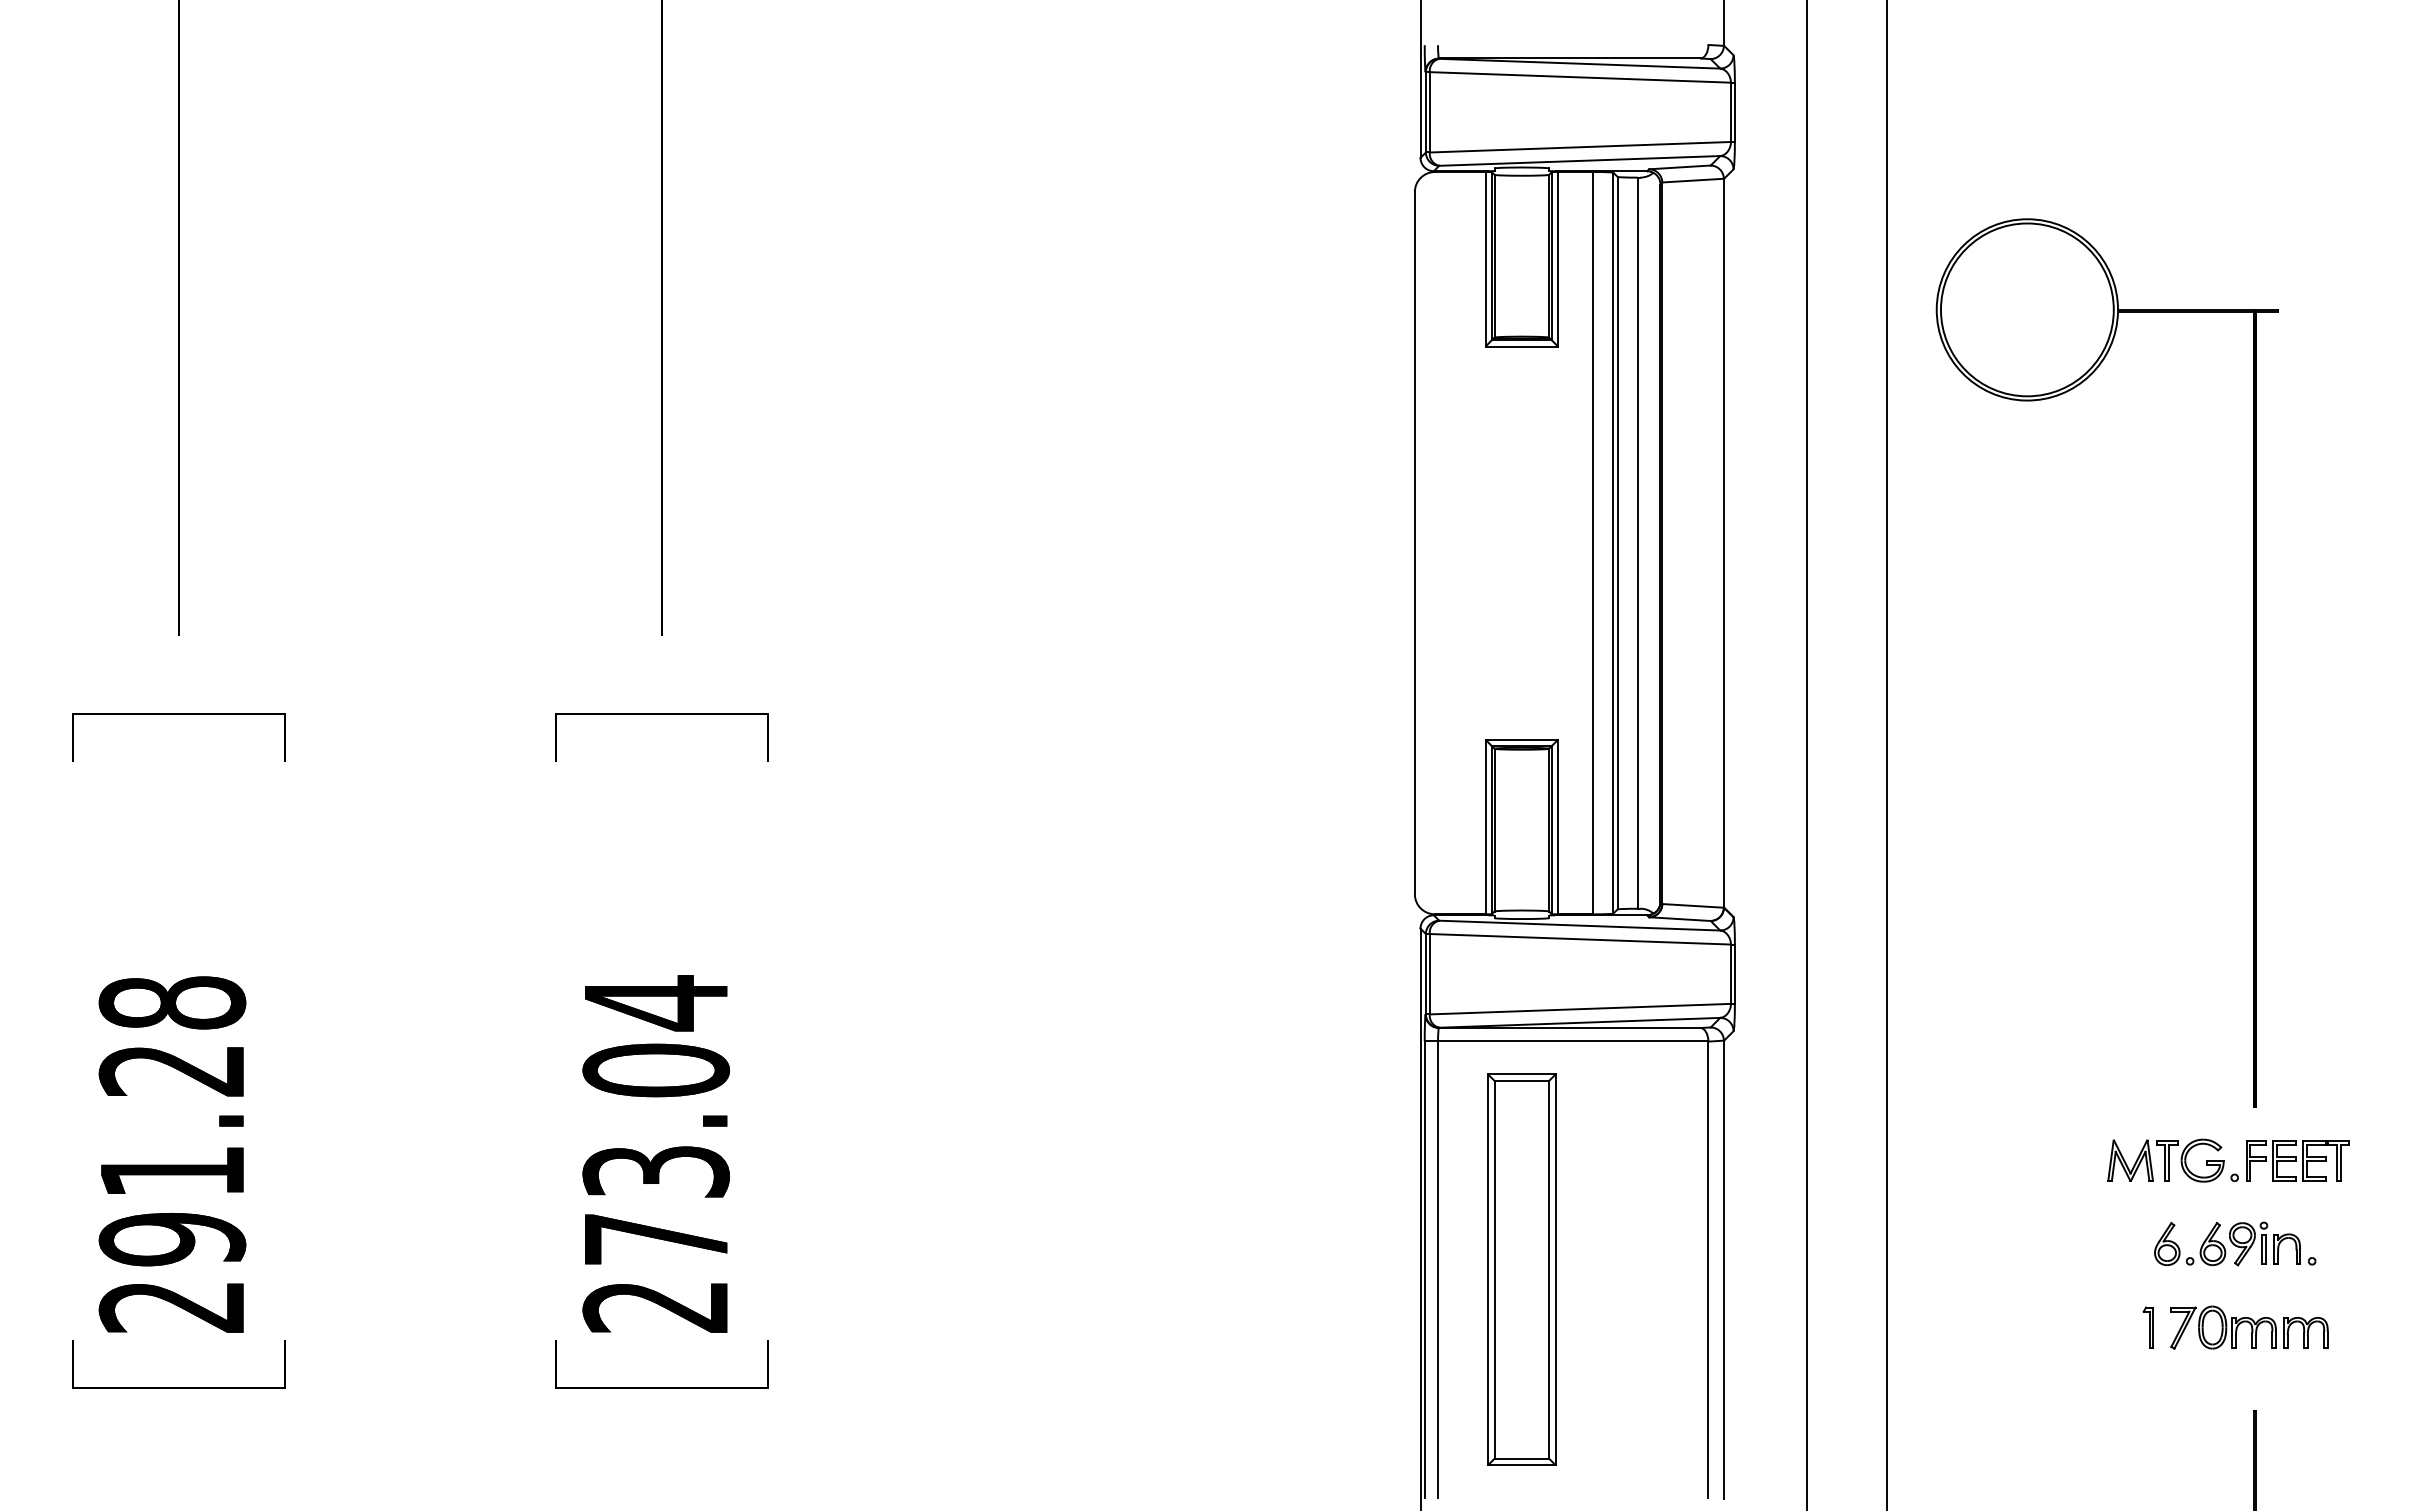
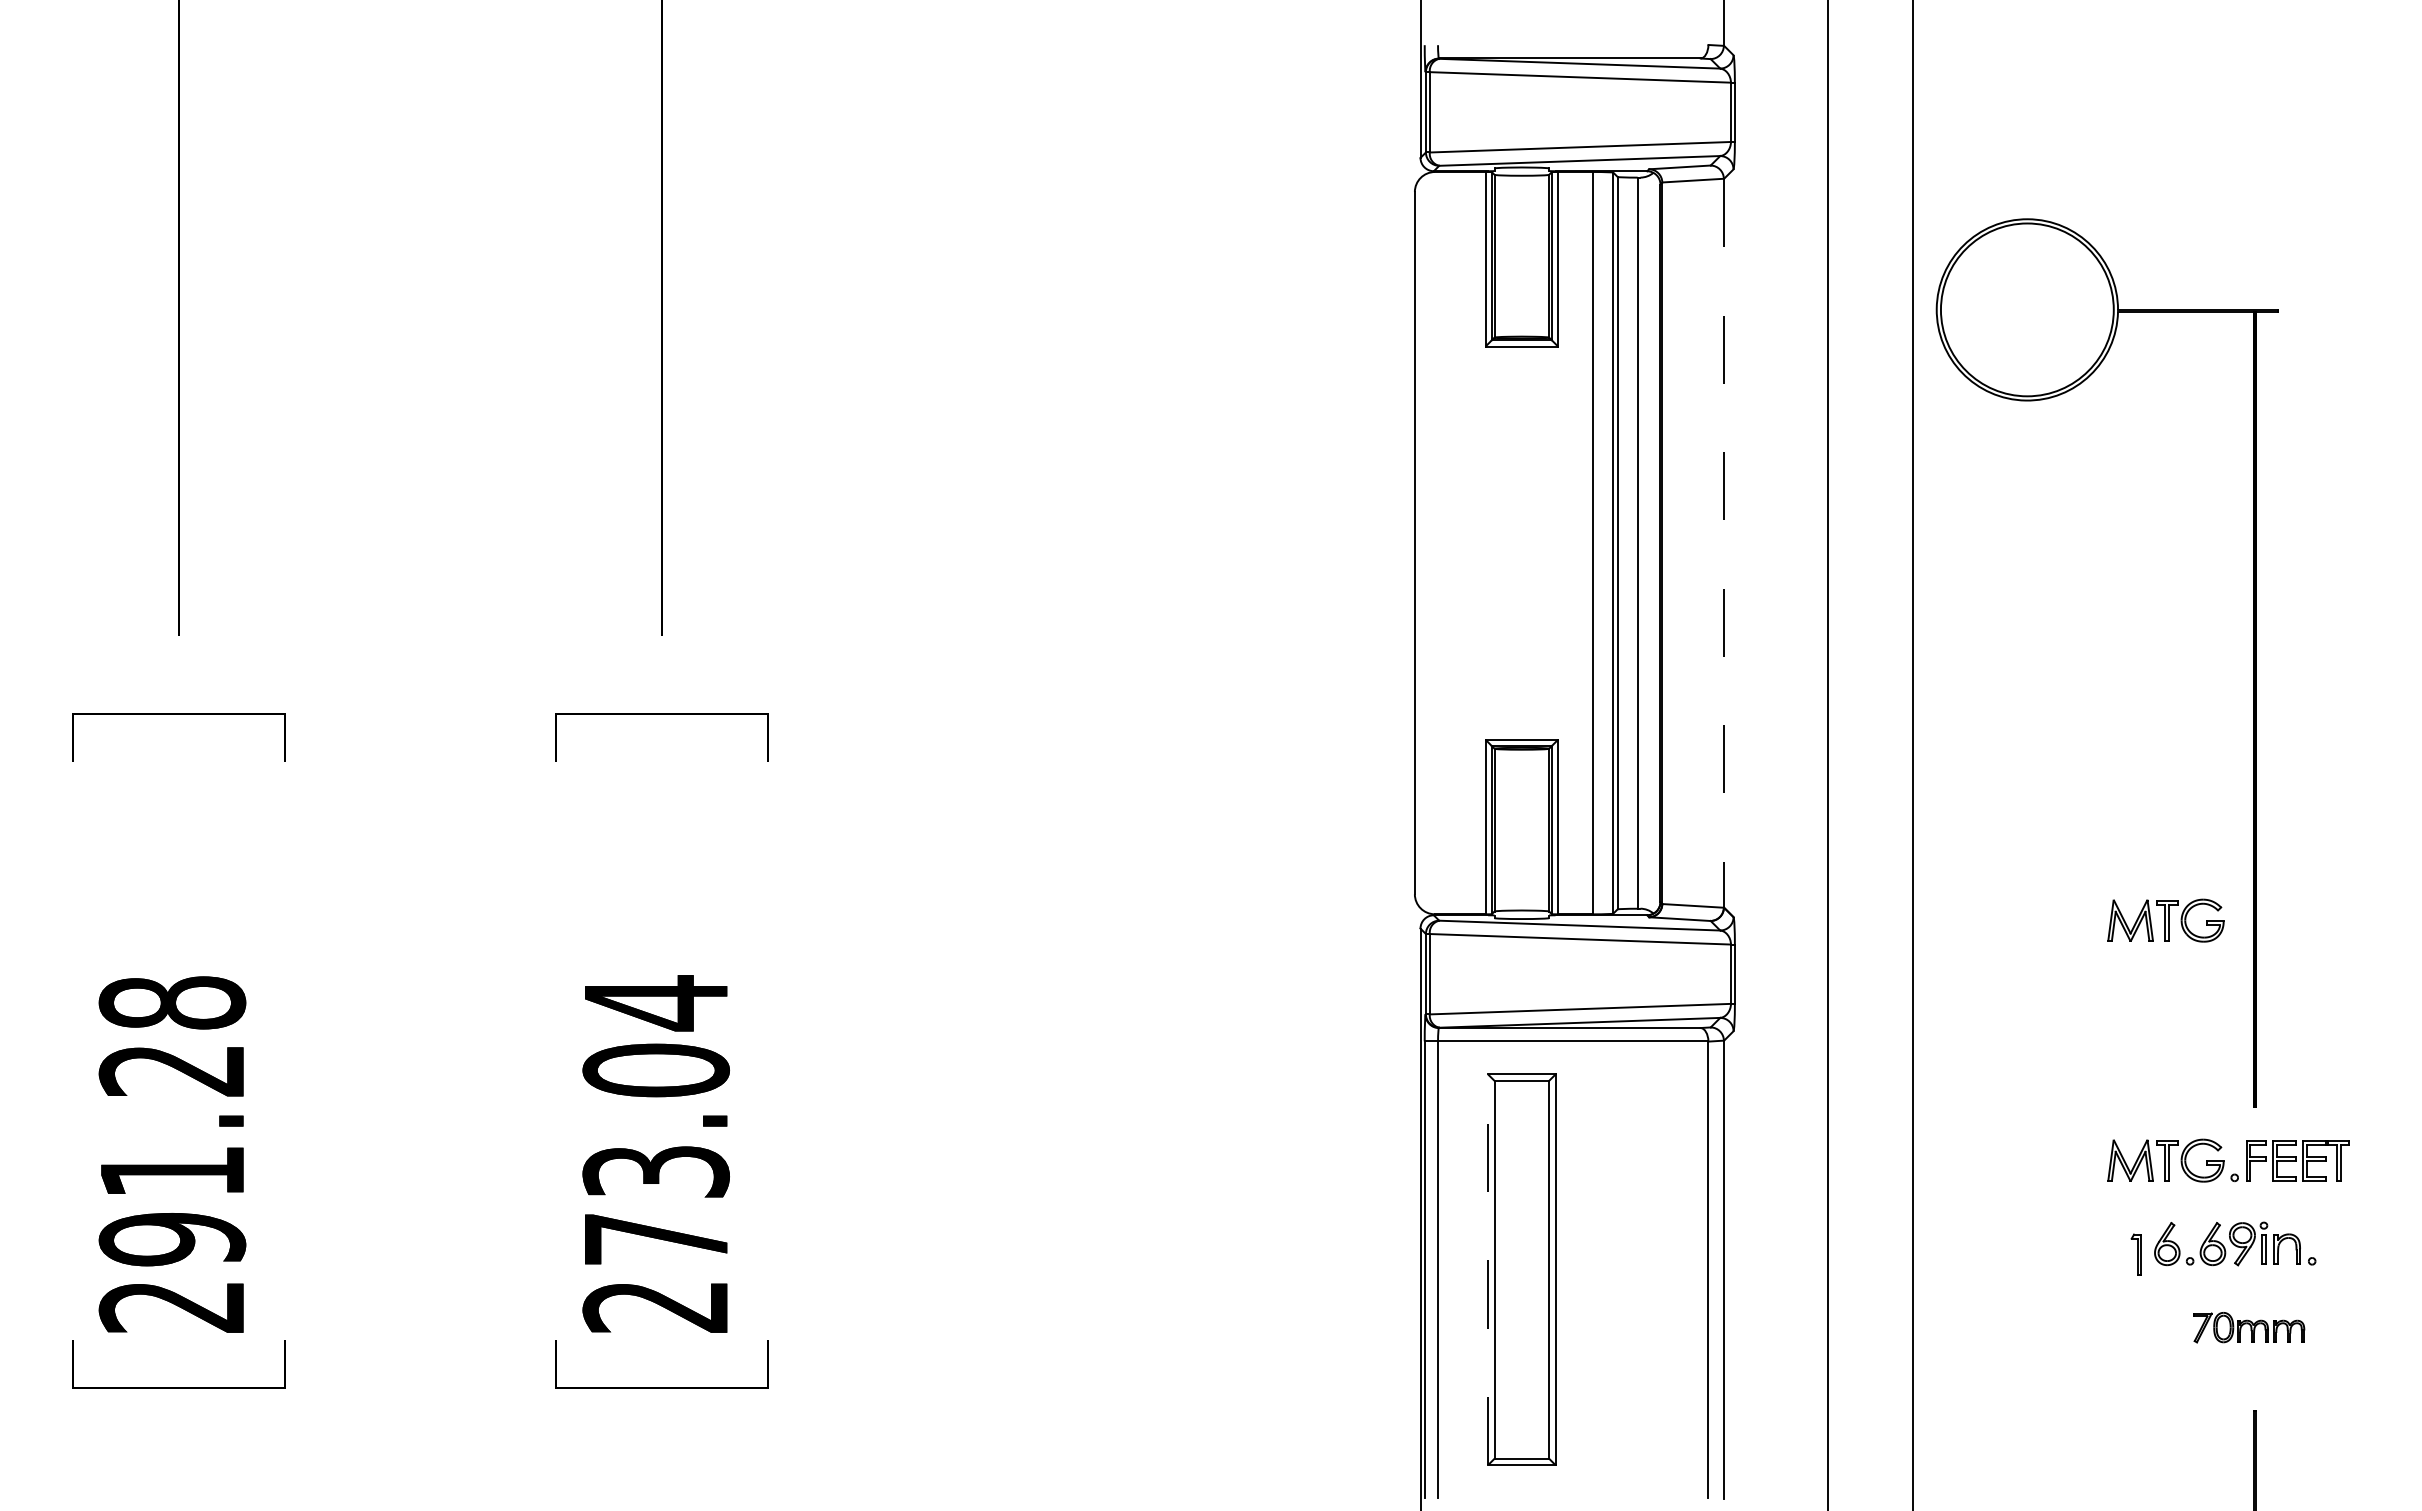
line at (1723, 543): solid -> dashed
line at (1806, 754) position: (1806, 754) -> (1827, 754)
line at (1886, 754) position: (1886, 754) -> (1912, 754)
part at (2165, 920): none -> present
line at (1488, 1269): solid -> dashed
part at (2147, 1327) position: (2147, 1327) -> (2135, 1254)
part at (2249, 1327) size: 159x45 px -> 113x32 px
